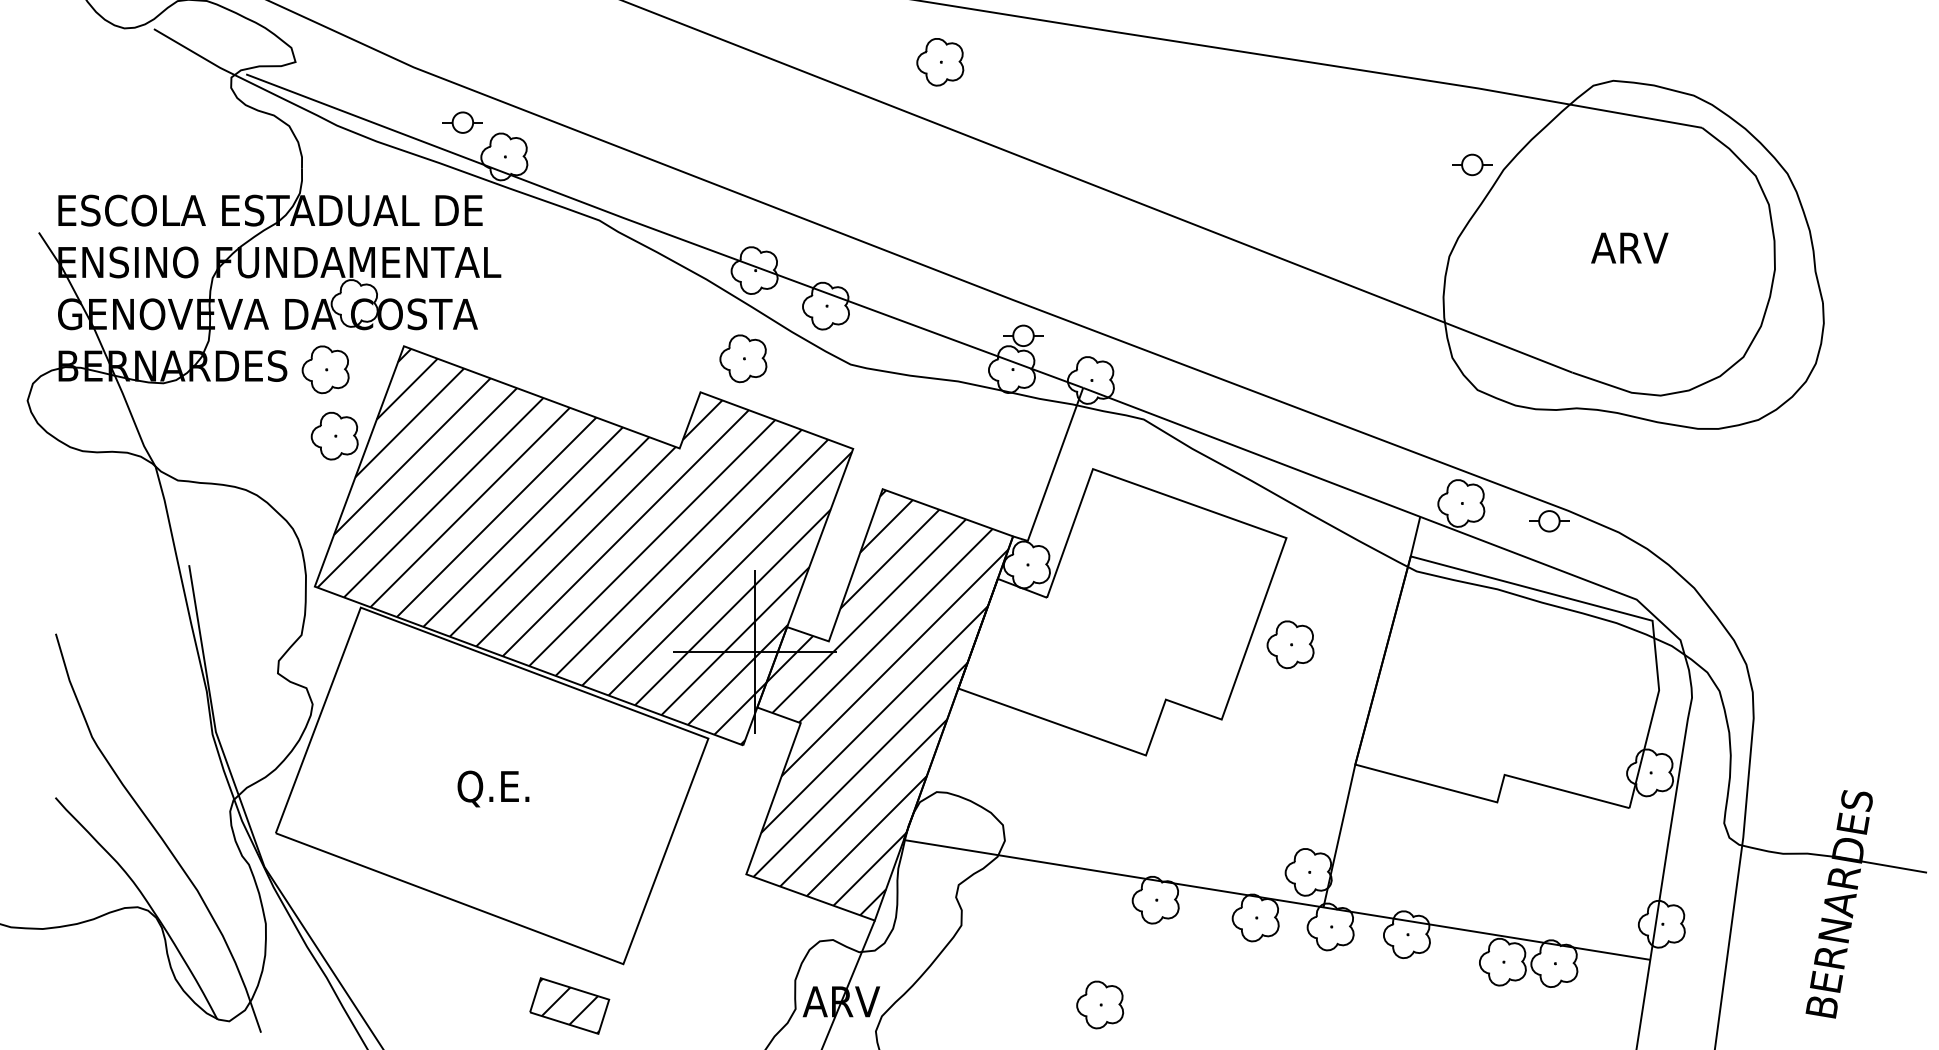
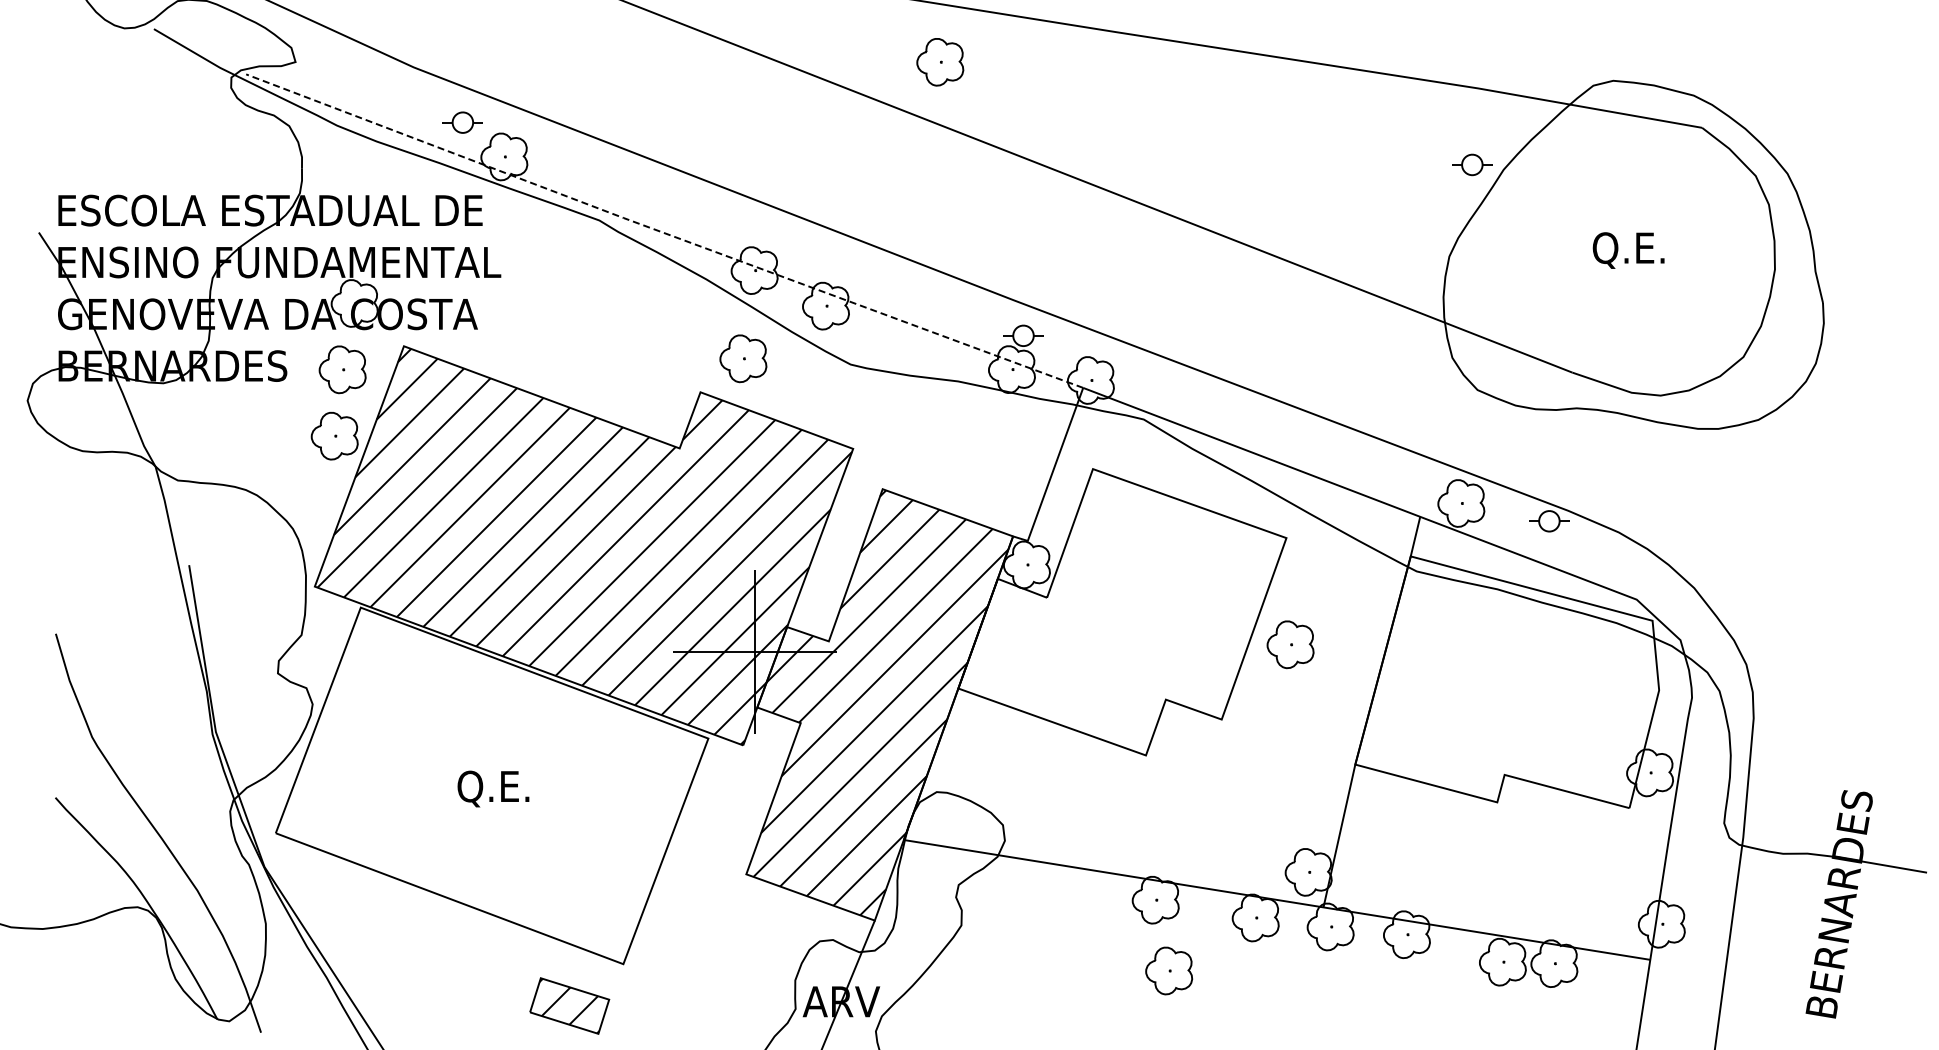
line at (663, 232): solid -> dashed
text at (1629, 250): ARV -> Q.E.
part at (325, 369) position: (325, 369) -> (342, 369)
part at (1100, 1004) position: (1100, 1004) -> (1169, 970)
